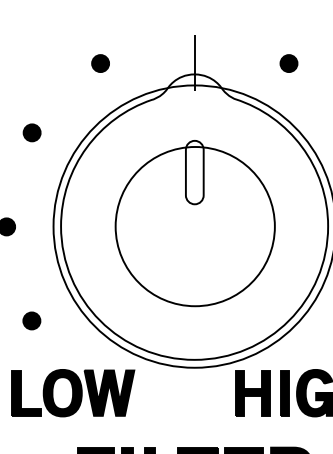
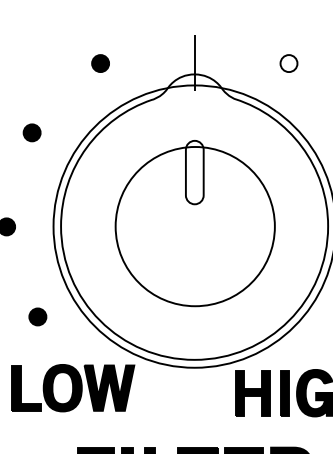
fill at (288, 63): present -> none
part at (31, 320) position: (31, 320) -> (37, 316)
part at (73, 393) position: (73, 393) -> (73, 388)
